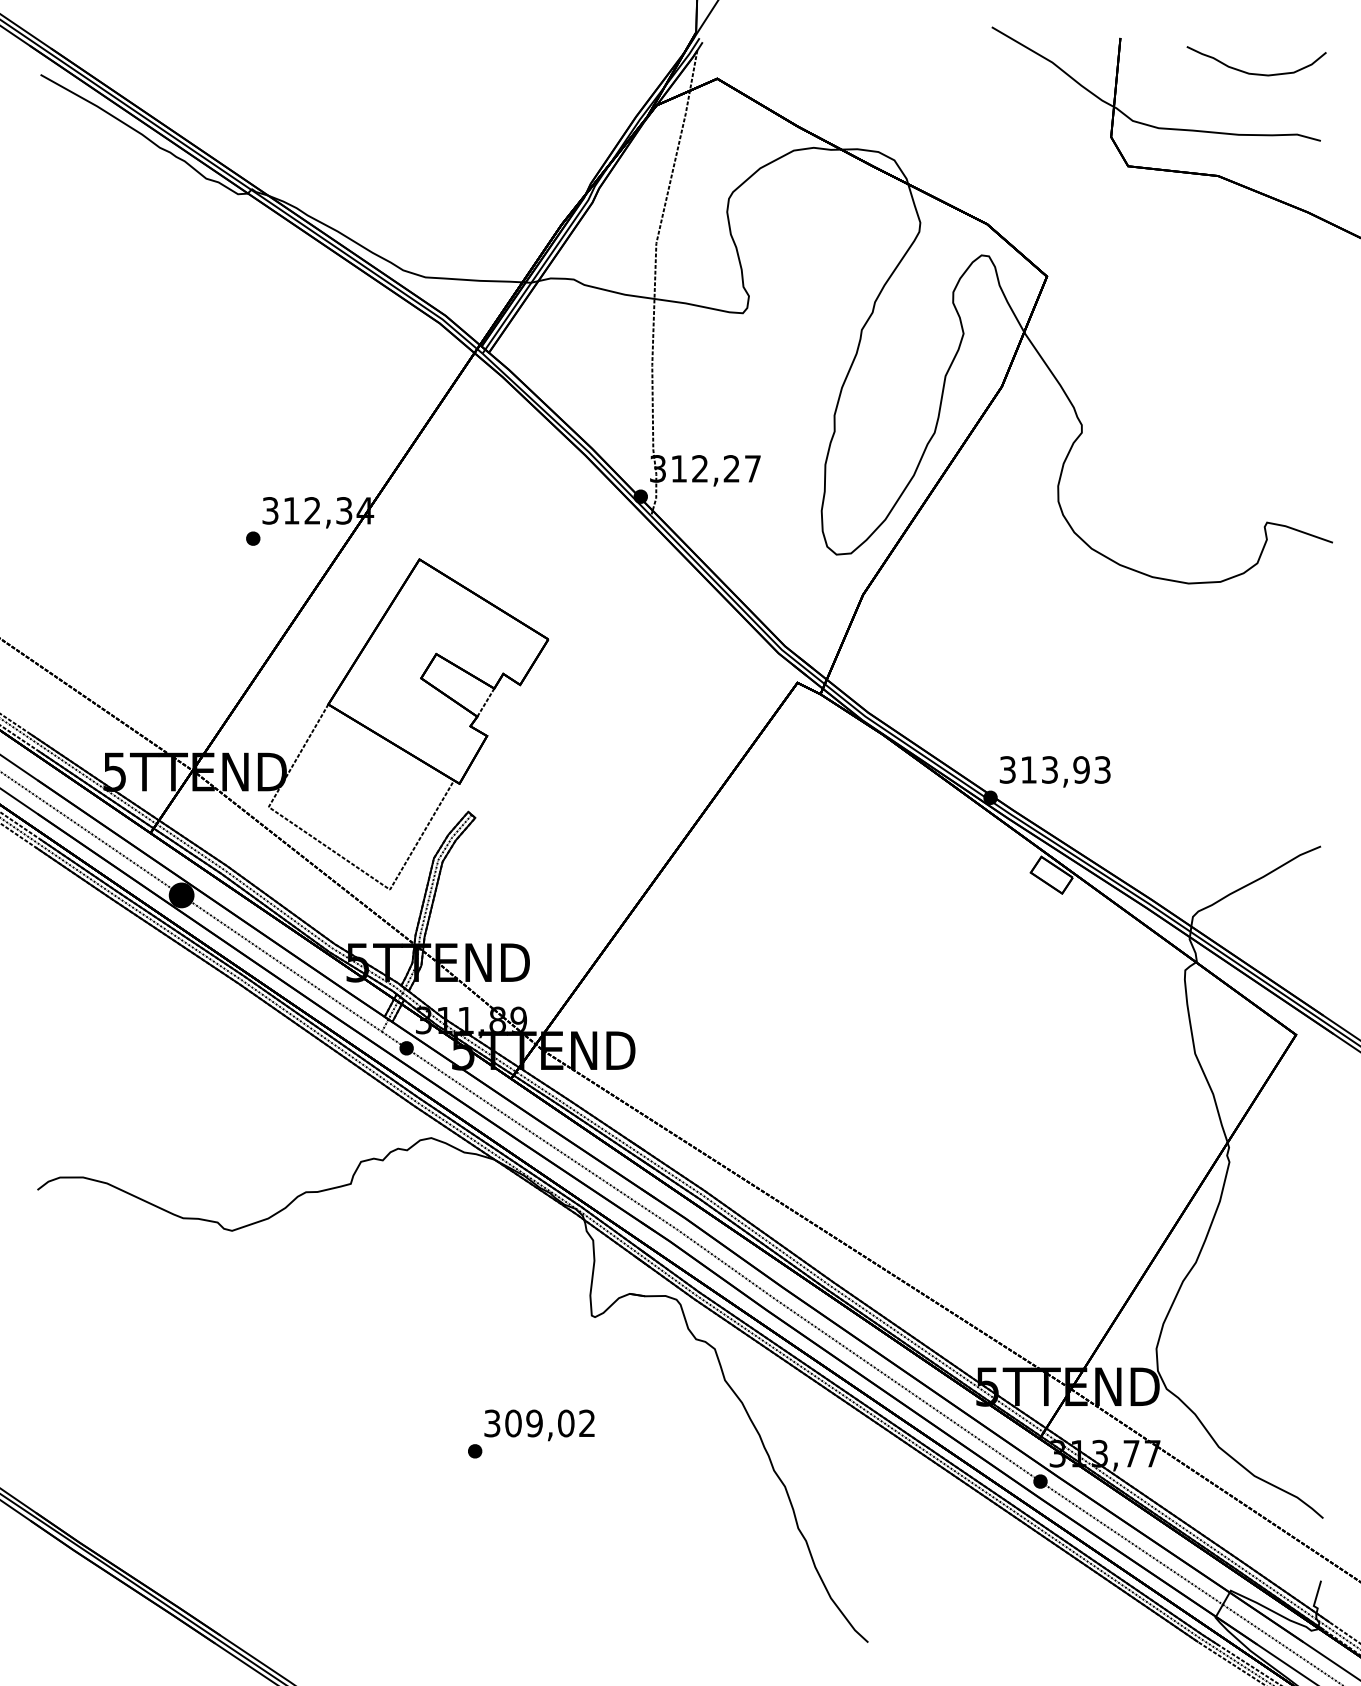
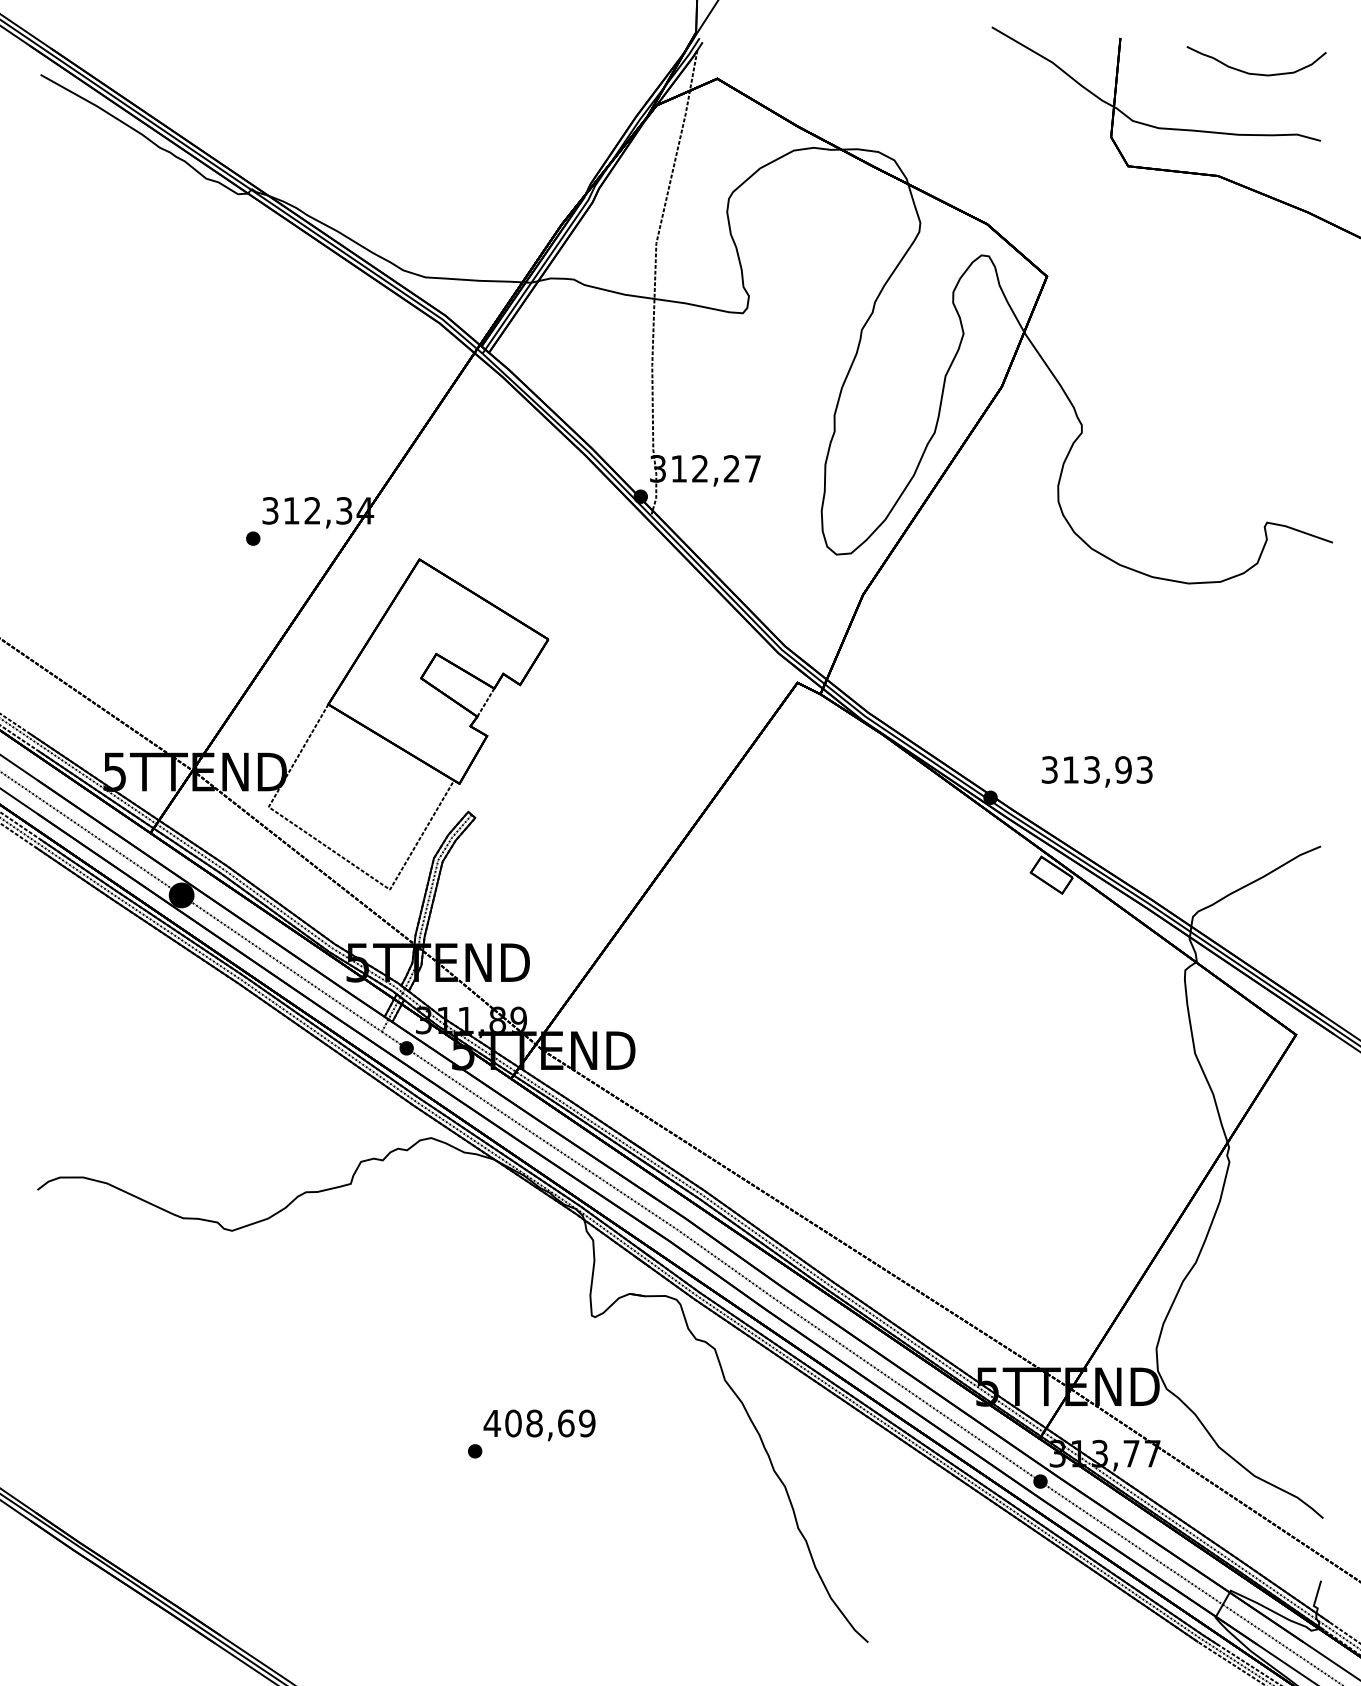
text at (1054, 771) position: (1054, 771) -> (1096, 771)
text at (539, 1423): 309,02 -> 408,69
